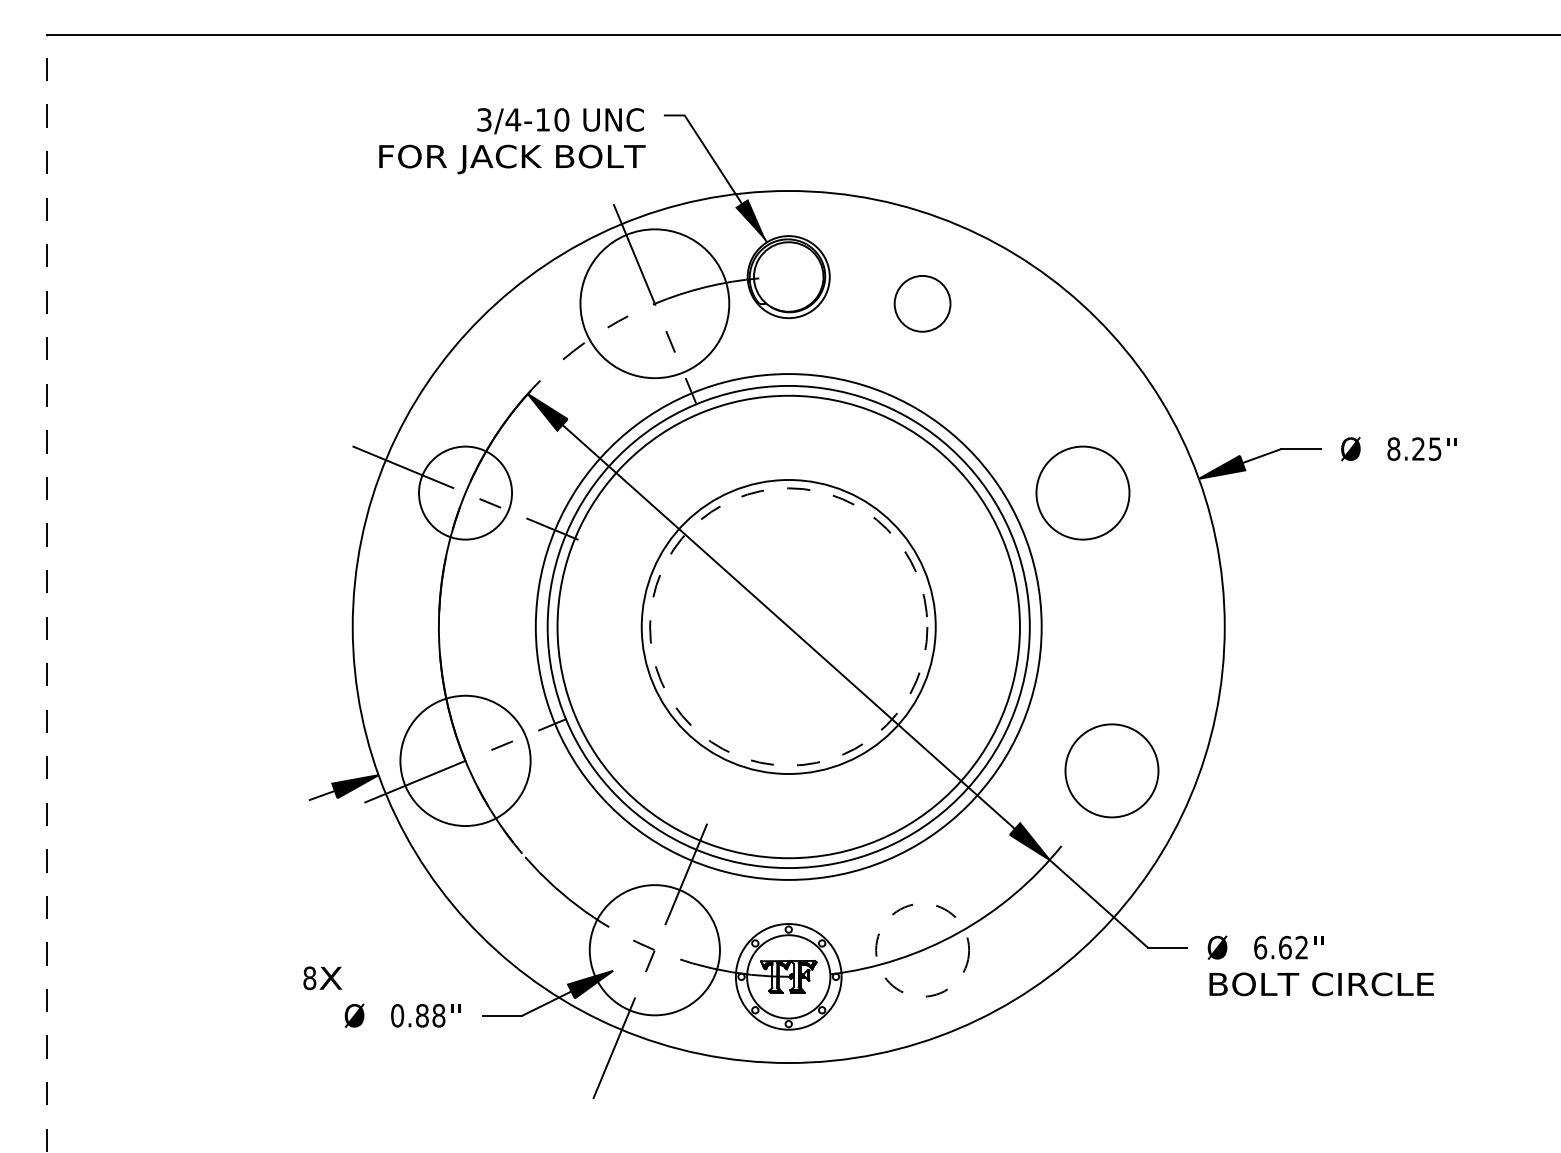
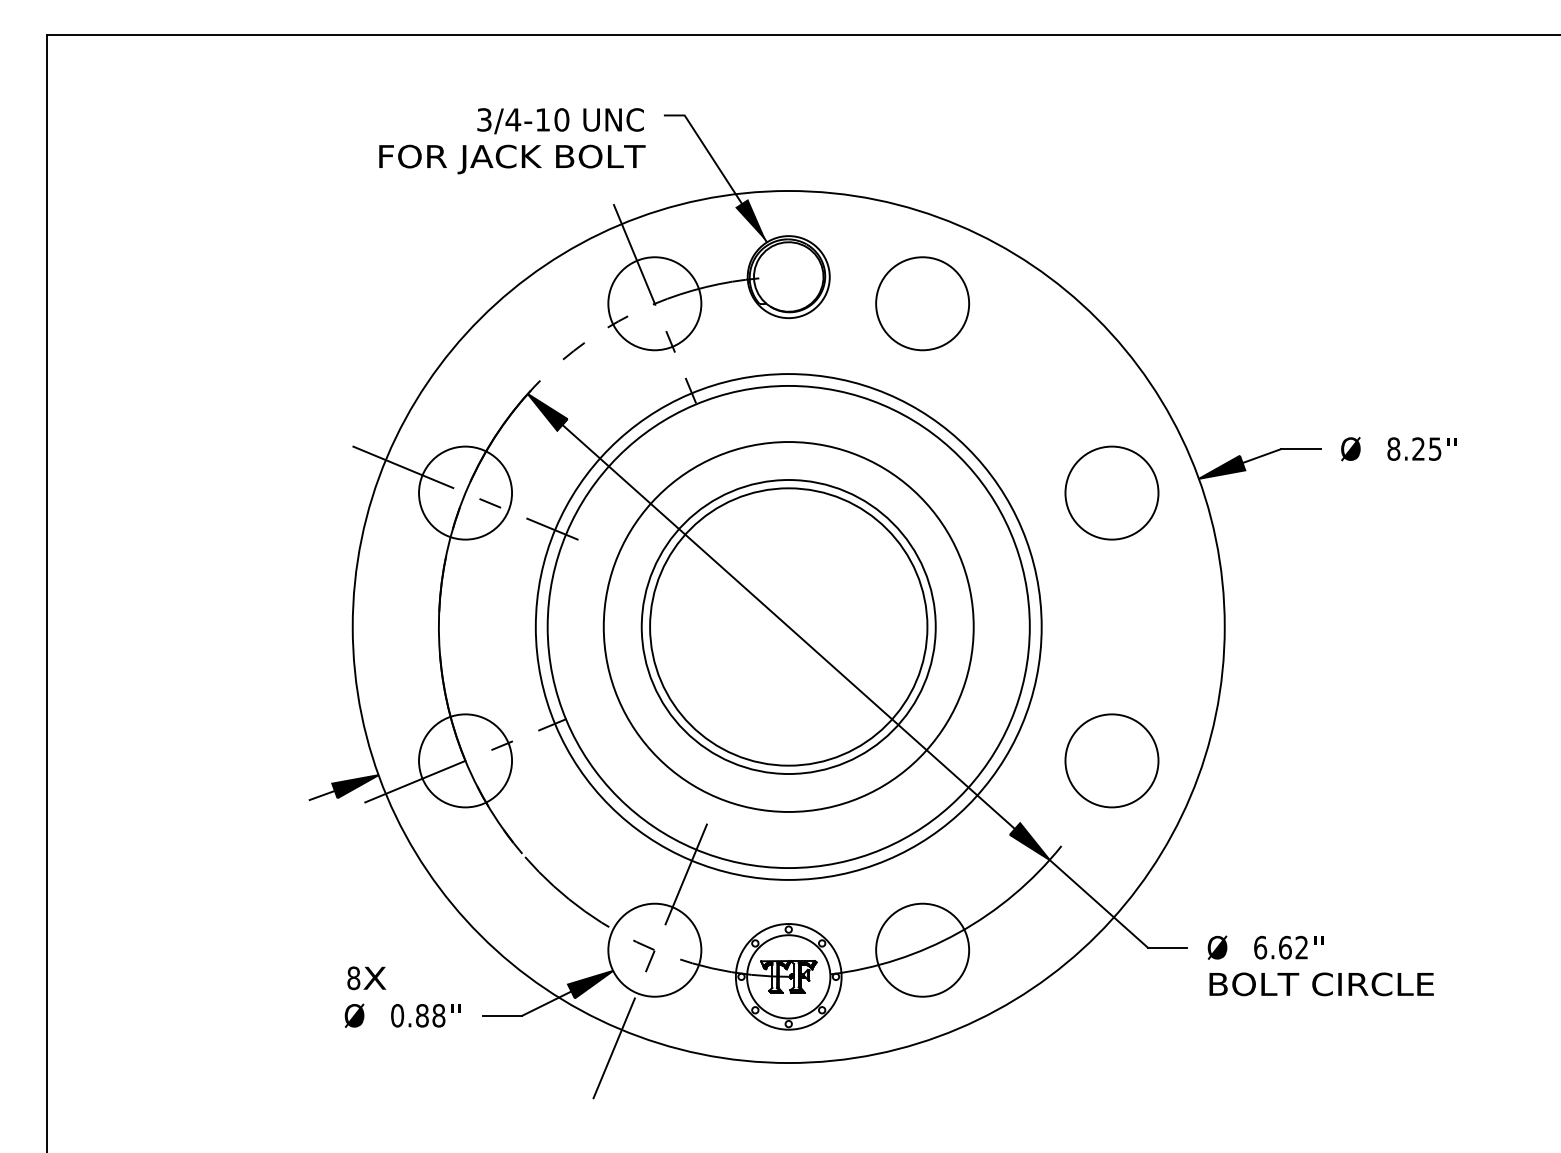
circle at (654, 303) diameter: 149 px -> 93 px
circle at (922, 303) size: 59x58 px -> 95x96 px
circle at (1082, 492) position: (1082, 492) -> (1111, 492)
line at (46, 593): dashed -> solid
circle at (788, 626) diameter: 462 px -> 370 px
circle at (788, 626): dashed -> solid
circle at (465, 760) diameter: 130 px -> 93 px
circle at (1111, 770) position: (1111, 770) -> (1111, 760)
circle at (922, 949): dashed -> solid
circle at (654, 950) diameter: 130 px -> 93 px
text at (322, 978) position: (322, 978) -> (366, 978)
